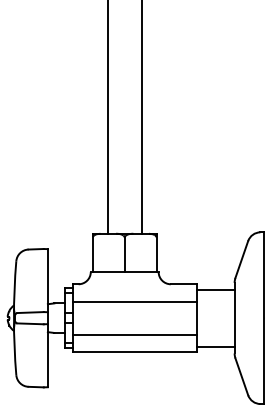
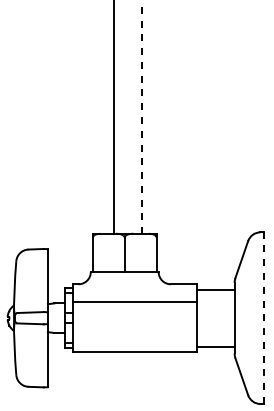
line at (107, 117) position: (107, 117) -> (113, 117)
line at (141, 117): solid -> dashed
line at (264, 318): solid -> dashed
line at (134, 334): present -> none
